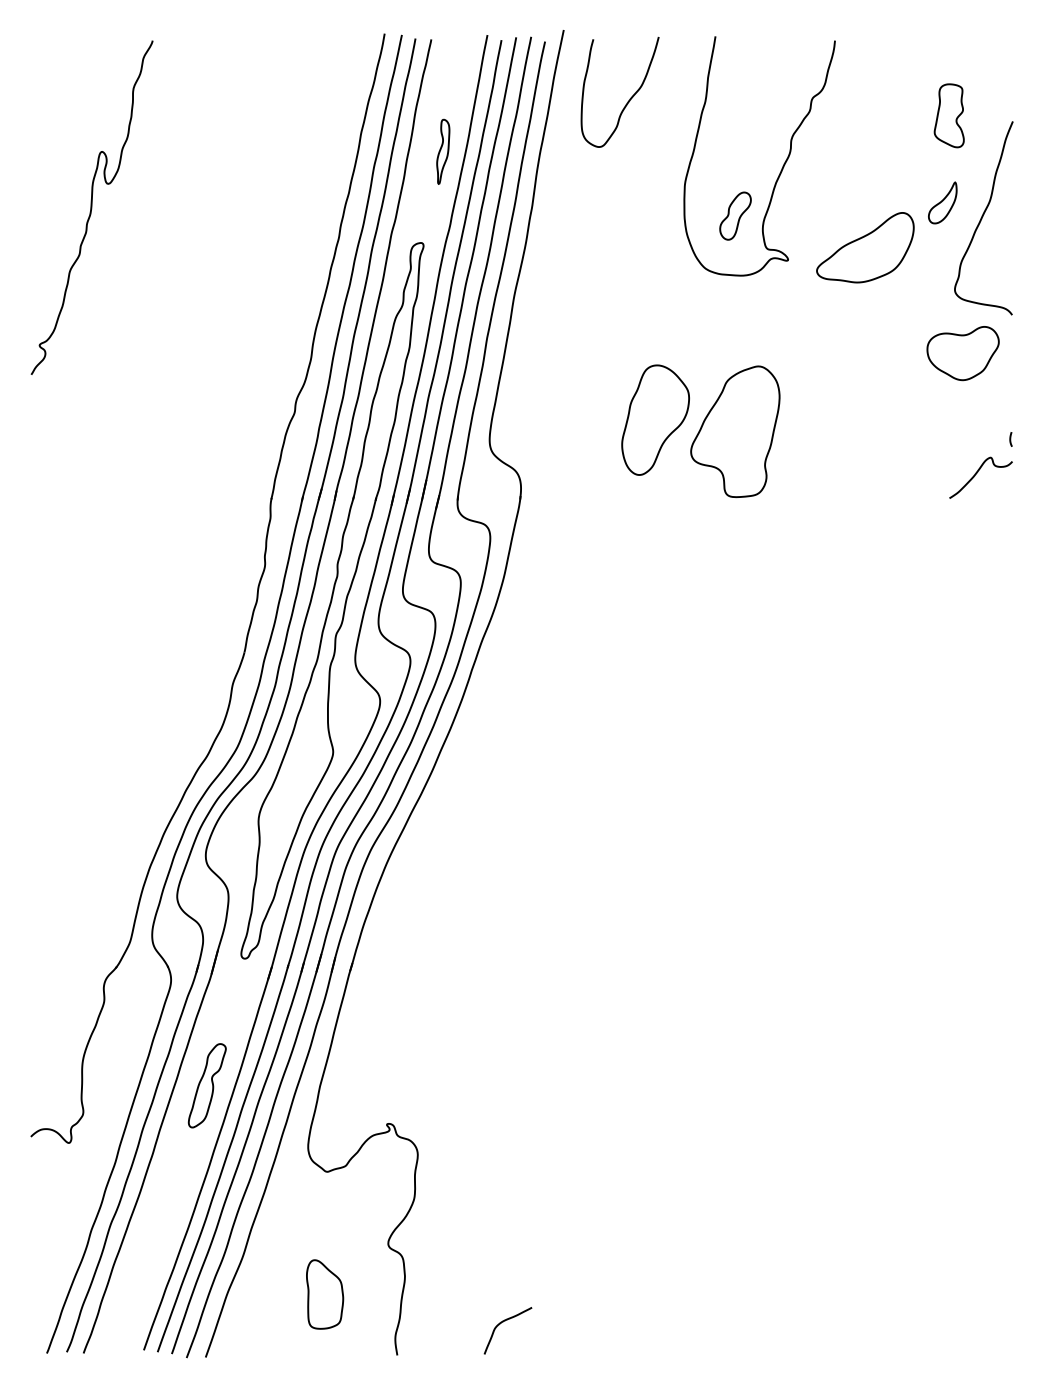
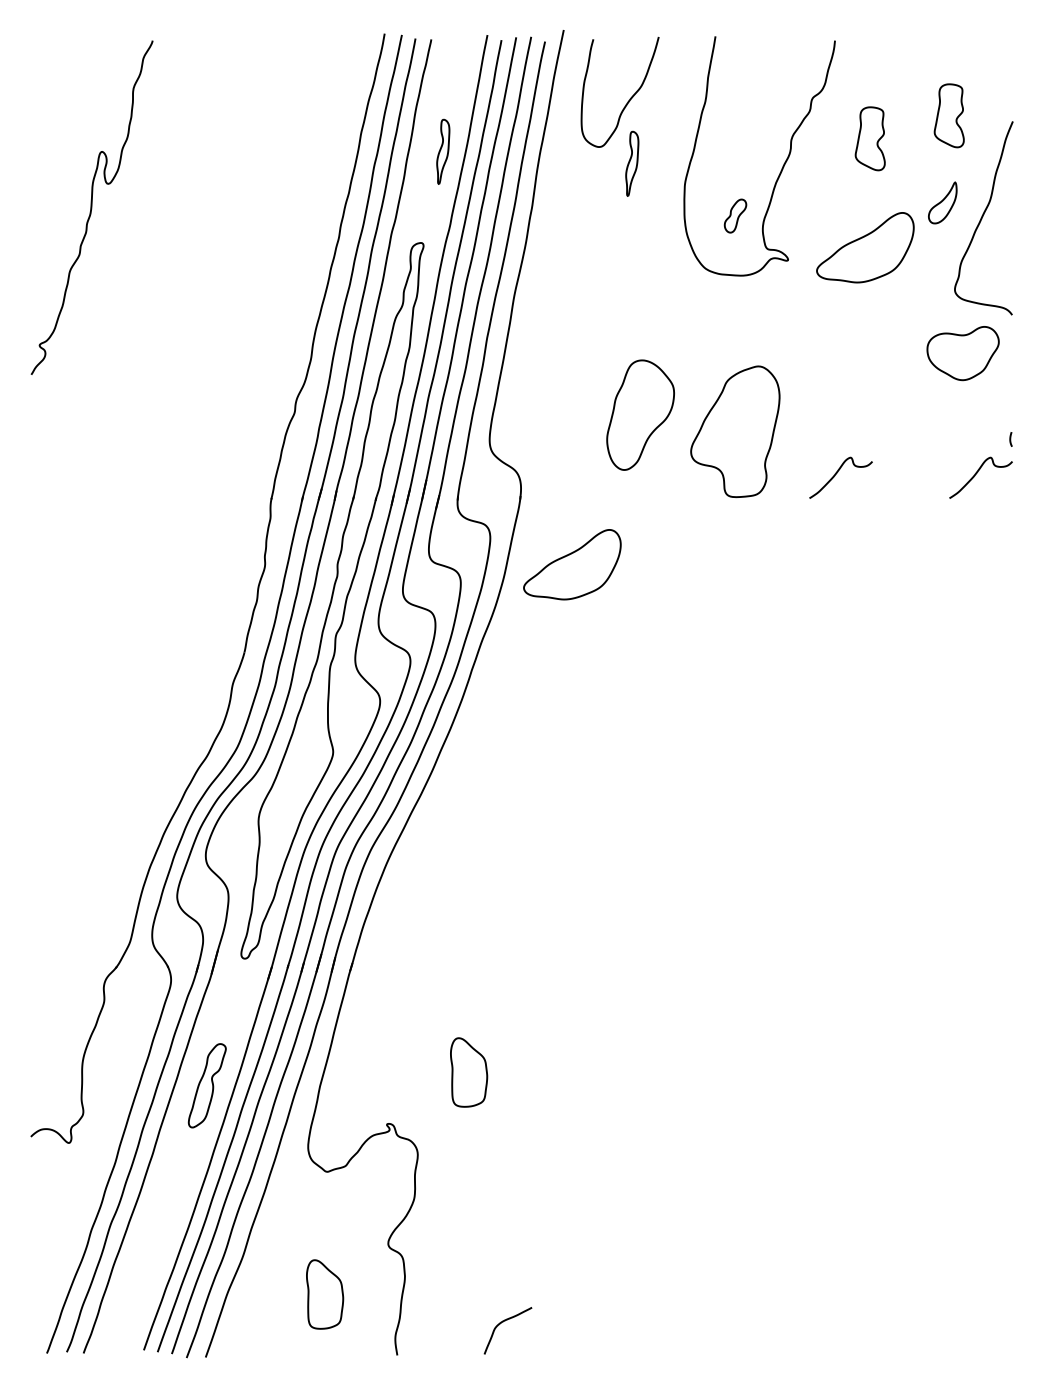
part at (869, 138): none -> present
part at (632, 163): none -> present
part at (735, 215) size: 33x50 px -> 25x36 px
part at (655, 419) position: (655, 419) -> (640, 414)
curve at (837, 473): none -> present
part at (572, 564): none -> present
part at (469, 1072): none -> present
